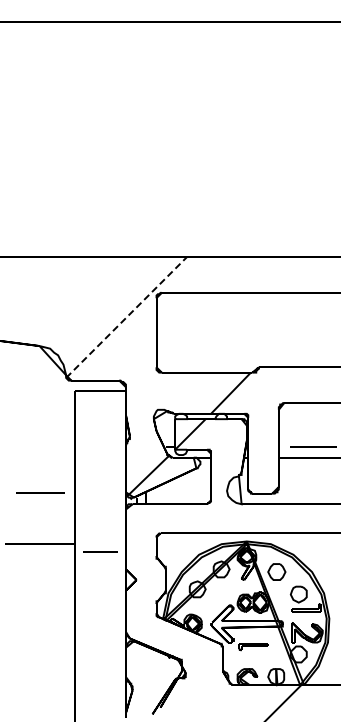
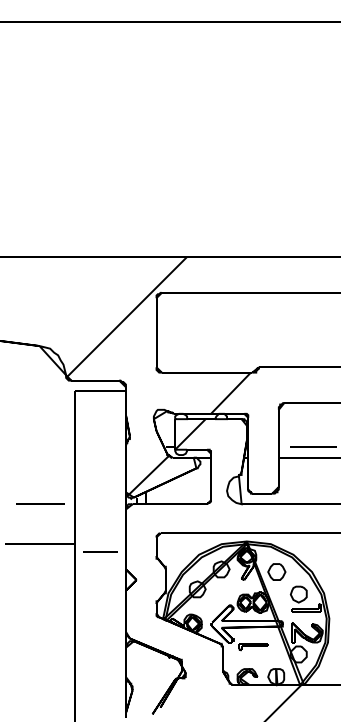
line at (126, 317): dashed -> solid
line at (40, 492) position: (40, 492) -> (40, 503)
